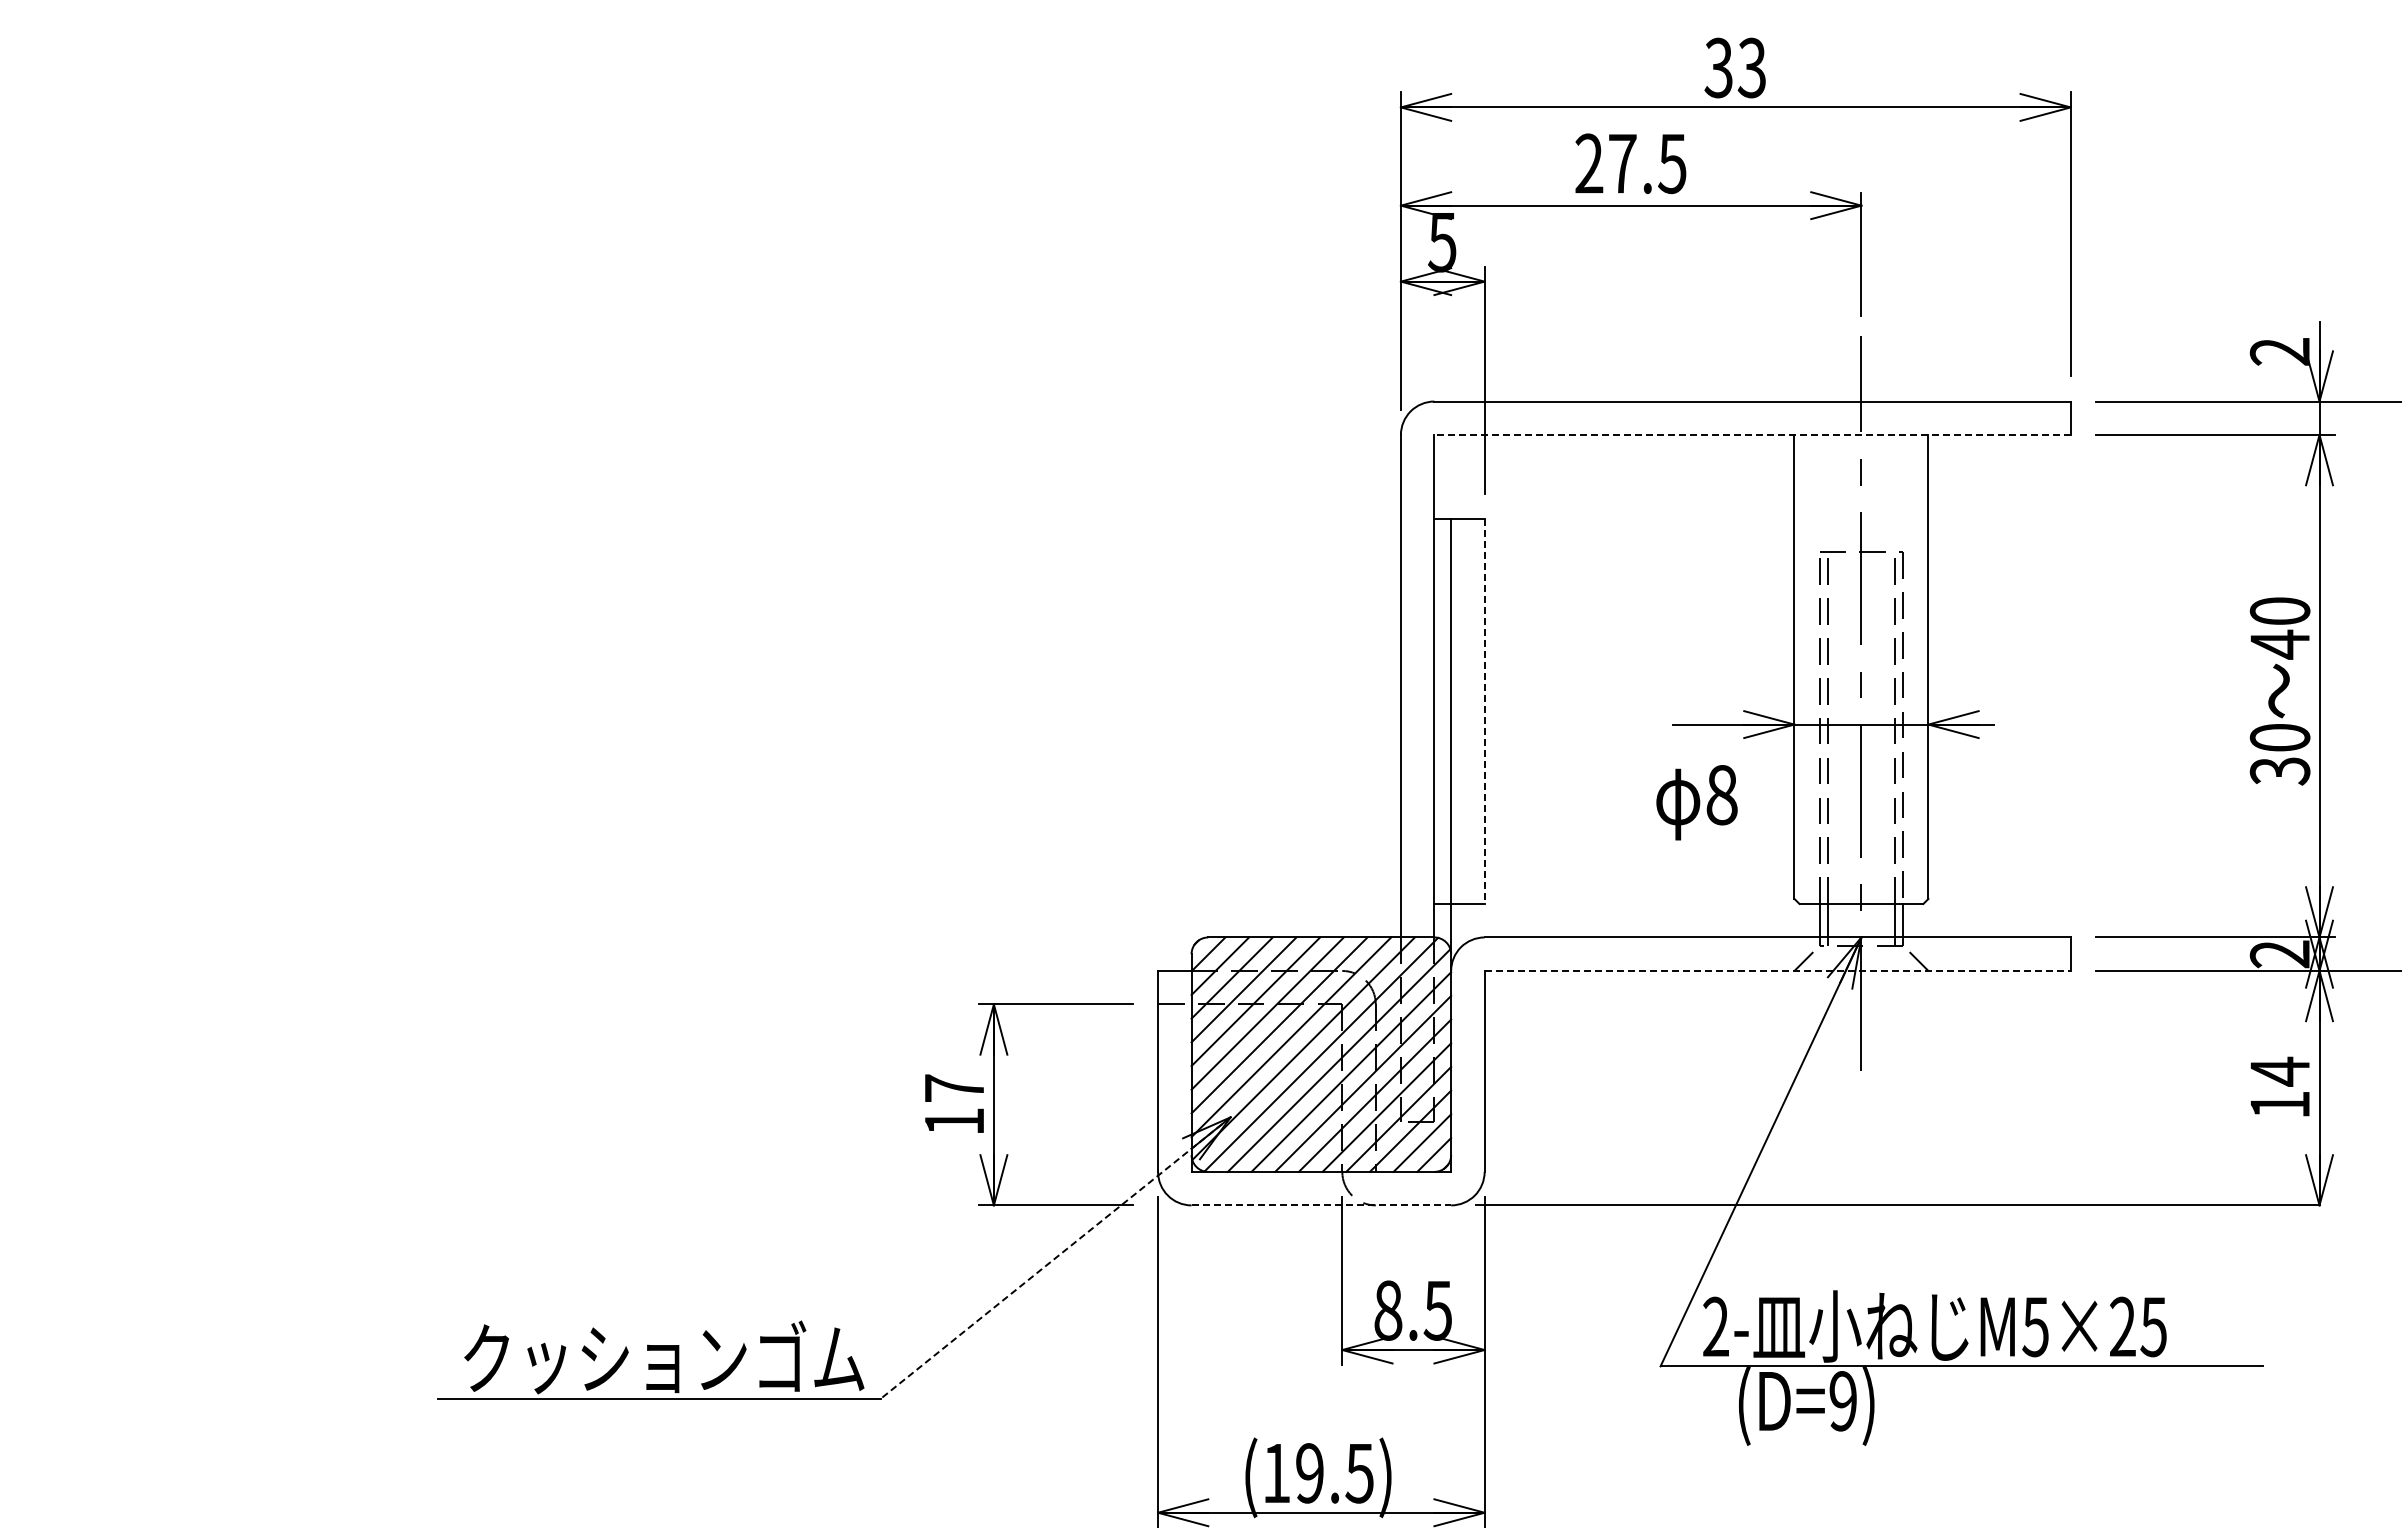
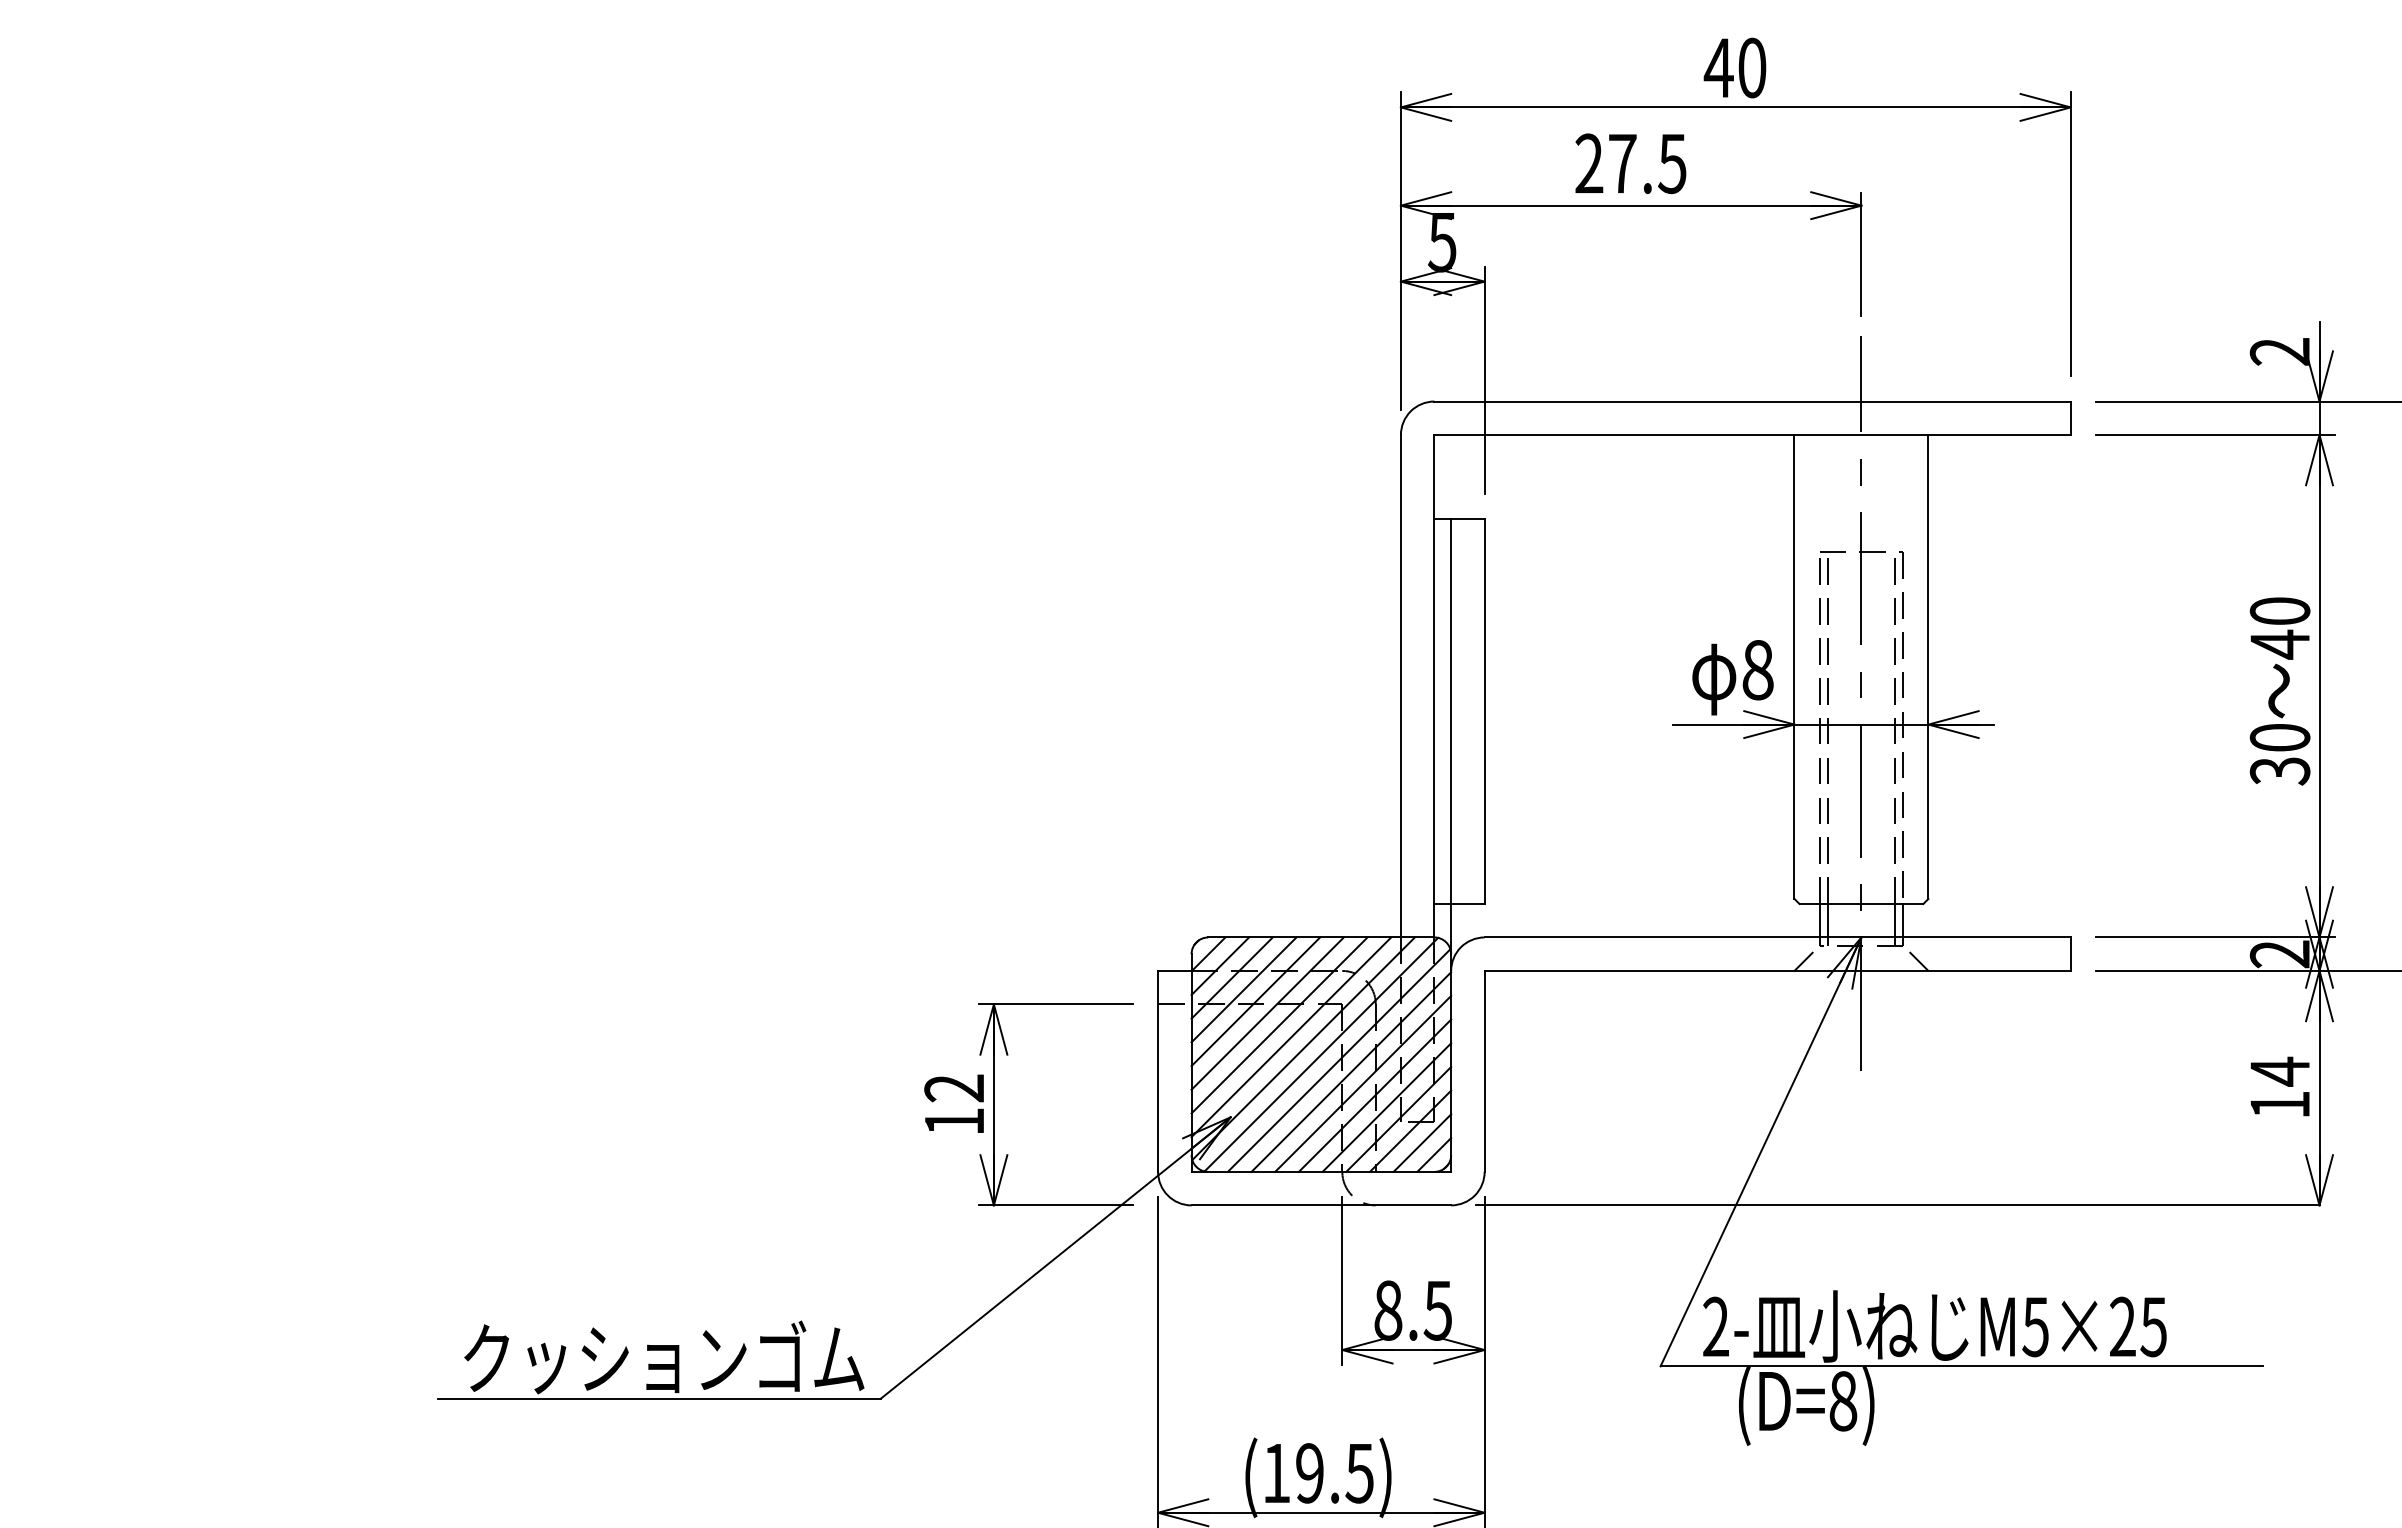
text at (1734, 67): 33 -> 40
line at (1752, 435): dashed -> solid
line at (1484, 711): dashed -> solid
text at (1696, 802) position: (1696, 802) -> (1732, 677)
line at (1778, 970): dashed -> solid
text at (953, 1088): 17 -> 12
line at (1321, 1205): dashed -> solid
line at (1055, 1258): dashed -> solid
text at (1843, 1401): (D=9) -> (D=8)
